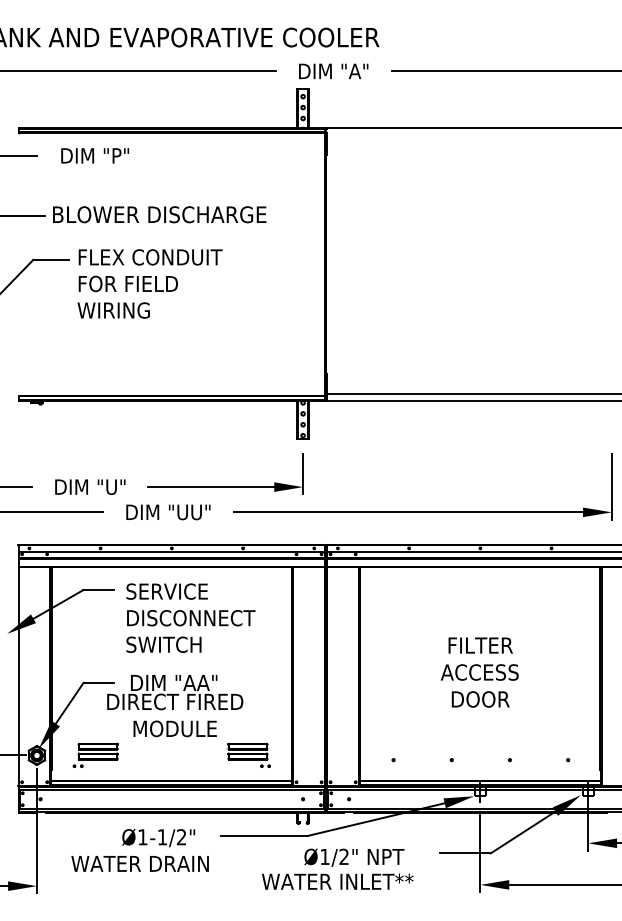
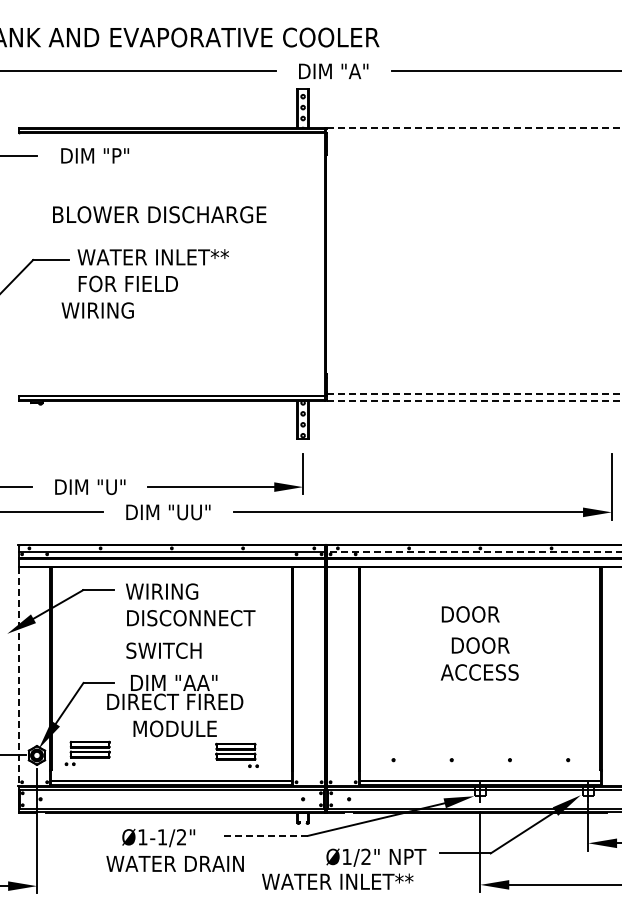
line at (474, 128): solid -> dashed
line at (23, 216): present -> none
text at (152, 257): FLEX CONDUIT -> WATER INLET**
text at (113, 310) position: (113, 310) -> (97, 310)
line at (474, 394): solid -> dashed
line at (474, 400): solid -> dashed
line at (473, 552): solid -> dashed
text at (166, 591): SERVICE -> WIRING
text at (163, 644) position: (163, 644) -> (163, 650)
text at (480, 645): FILTER -> DOOR
line at (18, 676): solid -> dashed
text at (480, 699) position: (480, 699) -> (470, 614)
part at (95, 754) position: (95, 754) -> (87, 752)
part at (248, 754) position: (248, 754) -> (236, 754)
line at (264, 835): solid -> dashed
text at (354, 857) position: (354, 857) -> (376, 857)
text at (139, 863) position: (139, 863) -> (174, 863)
